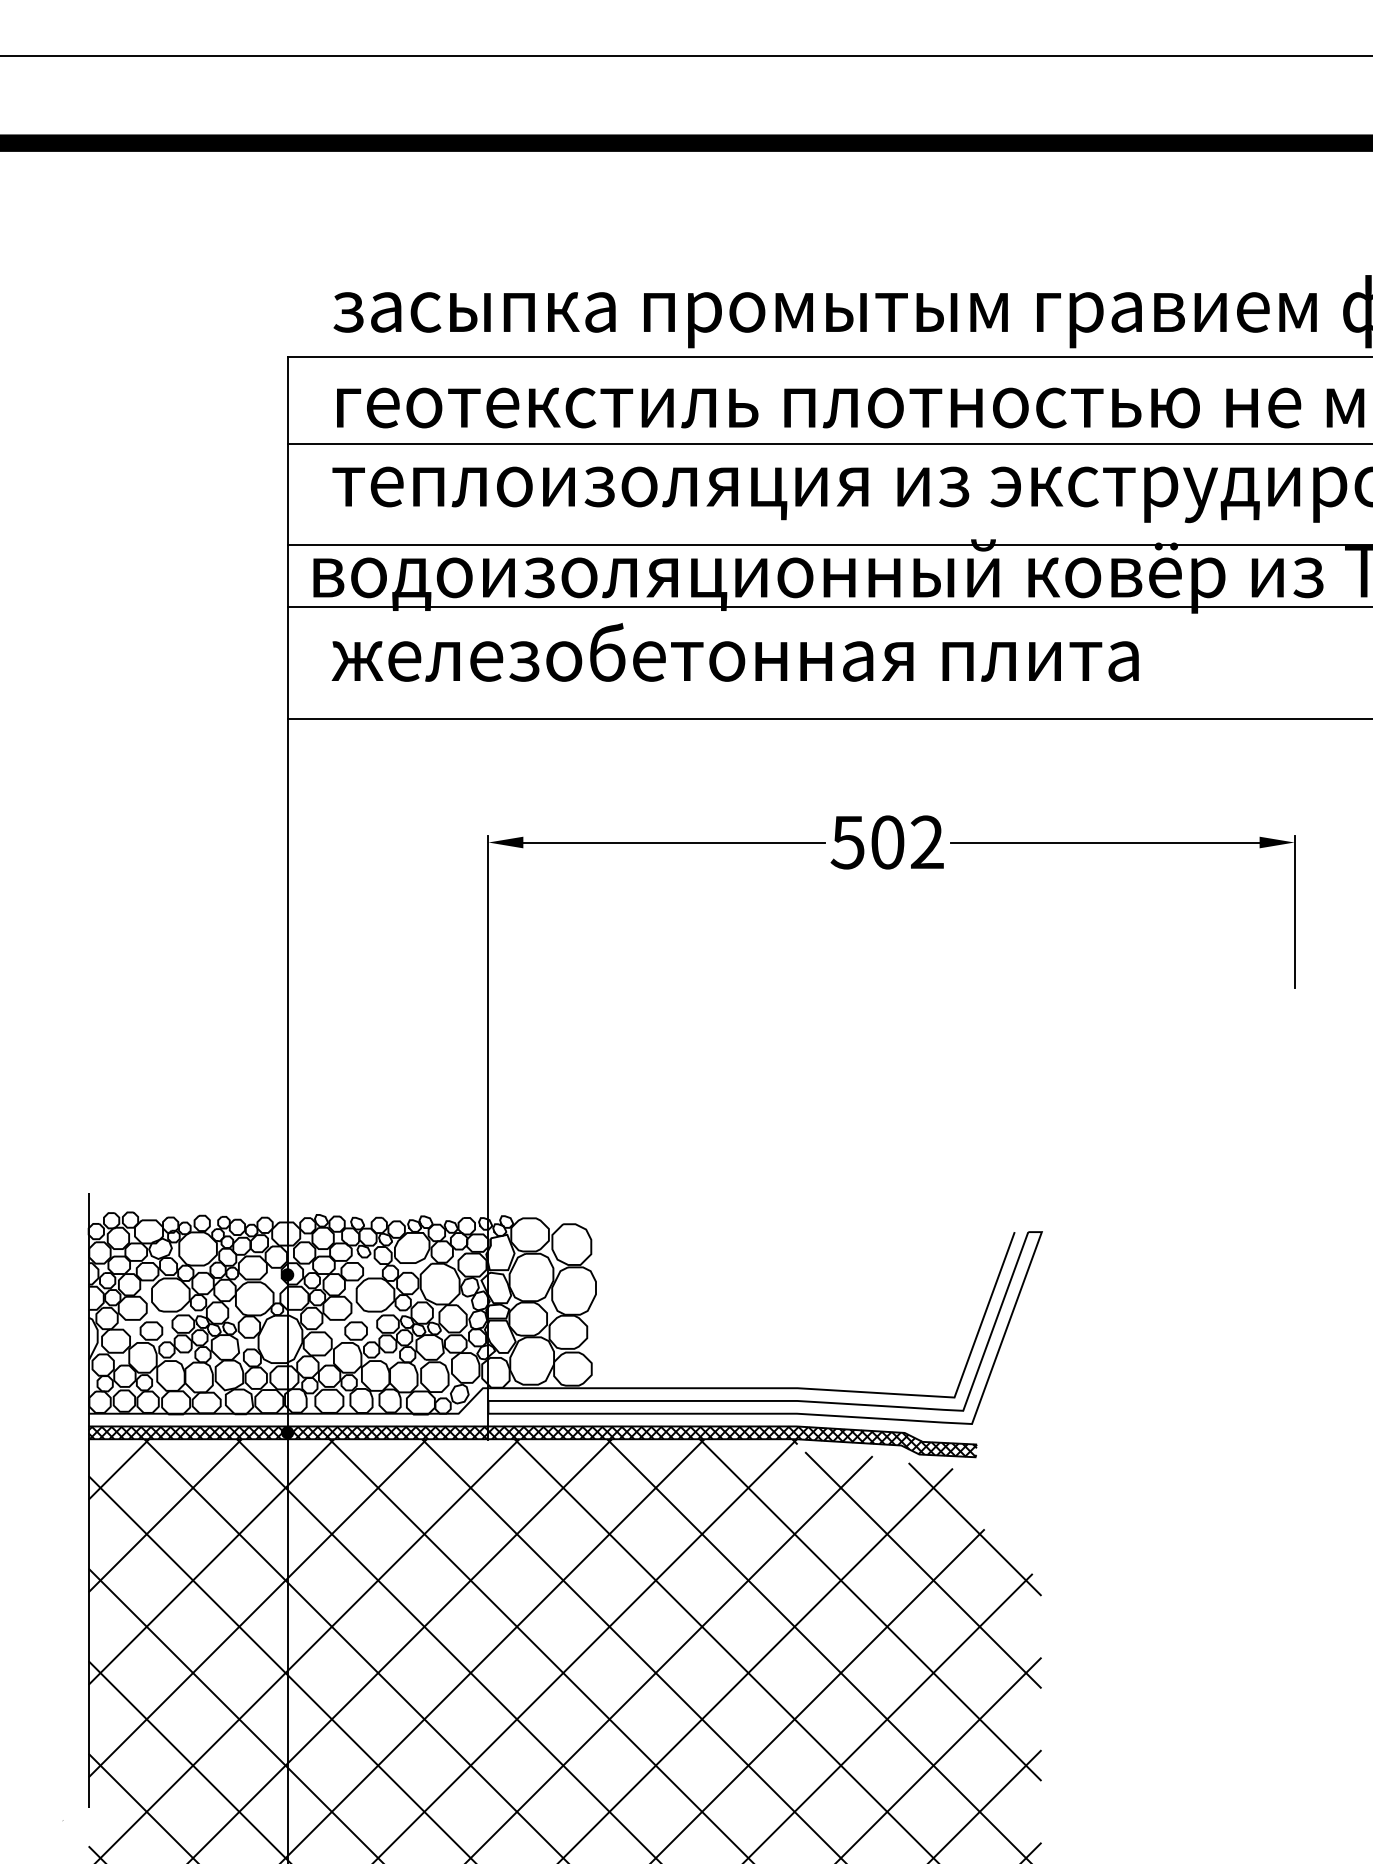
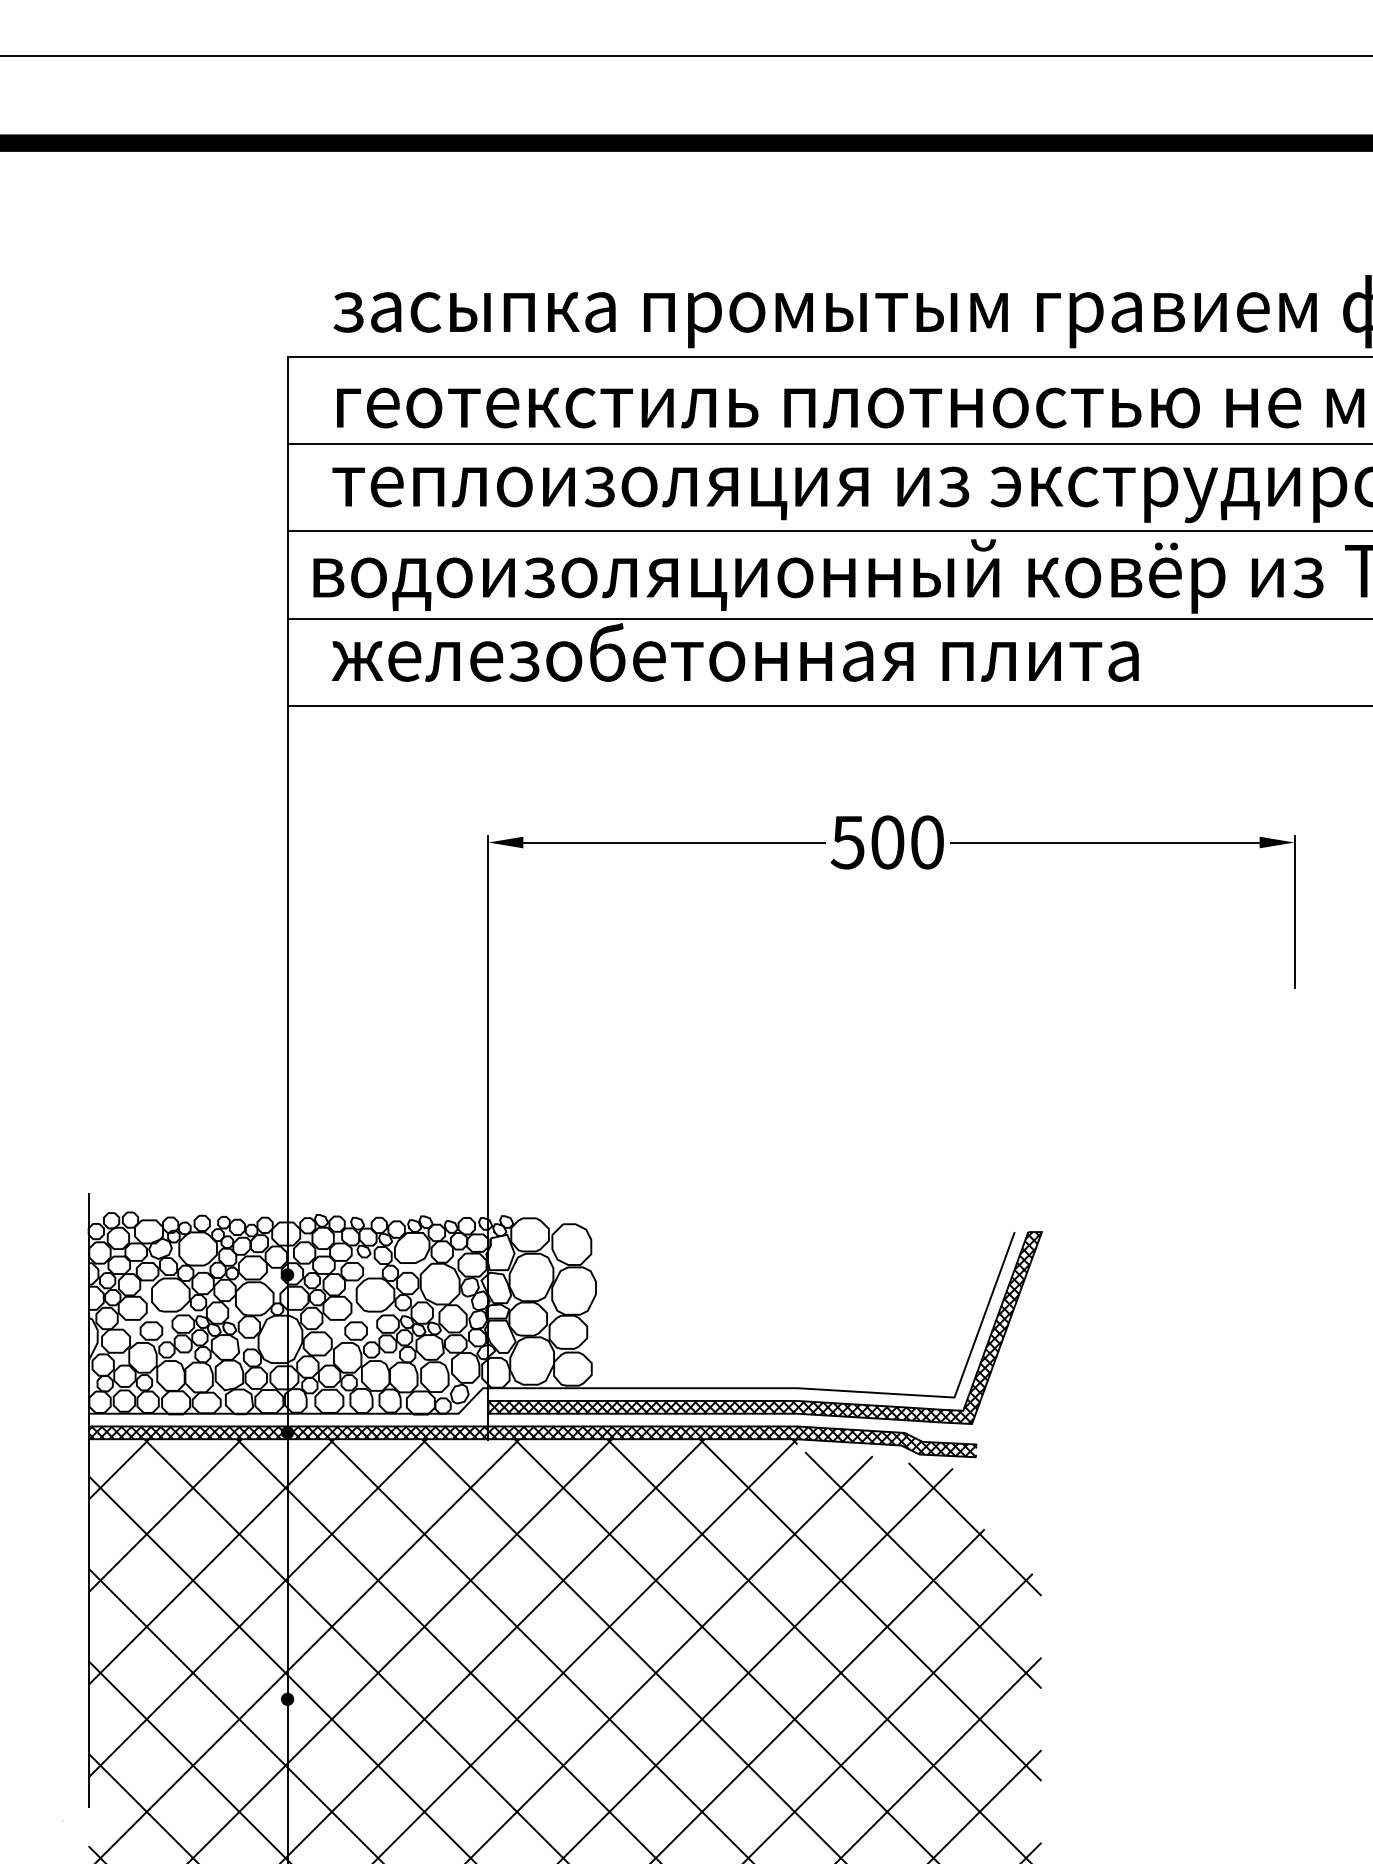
line at (828, 545) position: (828, 545) -> (828, 531)
line at (828, 606) position: (828, 606) -> (828, 618)
line at (828, 718) position: (828, 718) -> (828, 705)
text at (927, 842): 502 -> 500
hatch at (764, 1327): none -> present
fill at (287, 1698): none -> present
